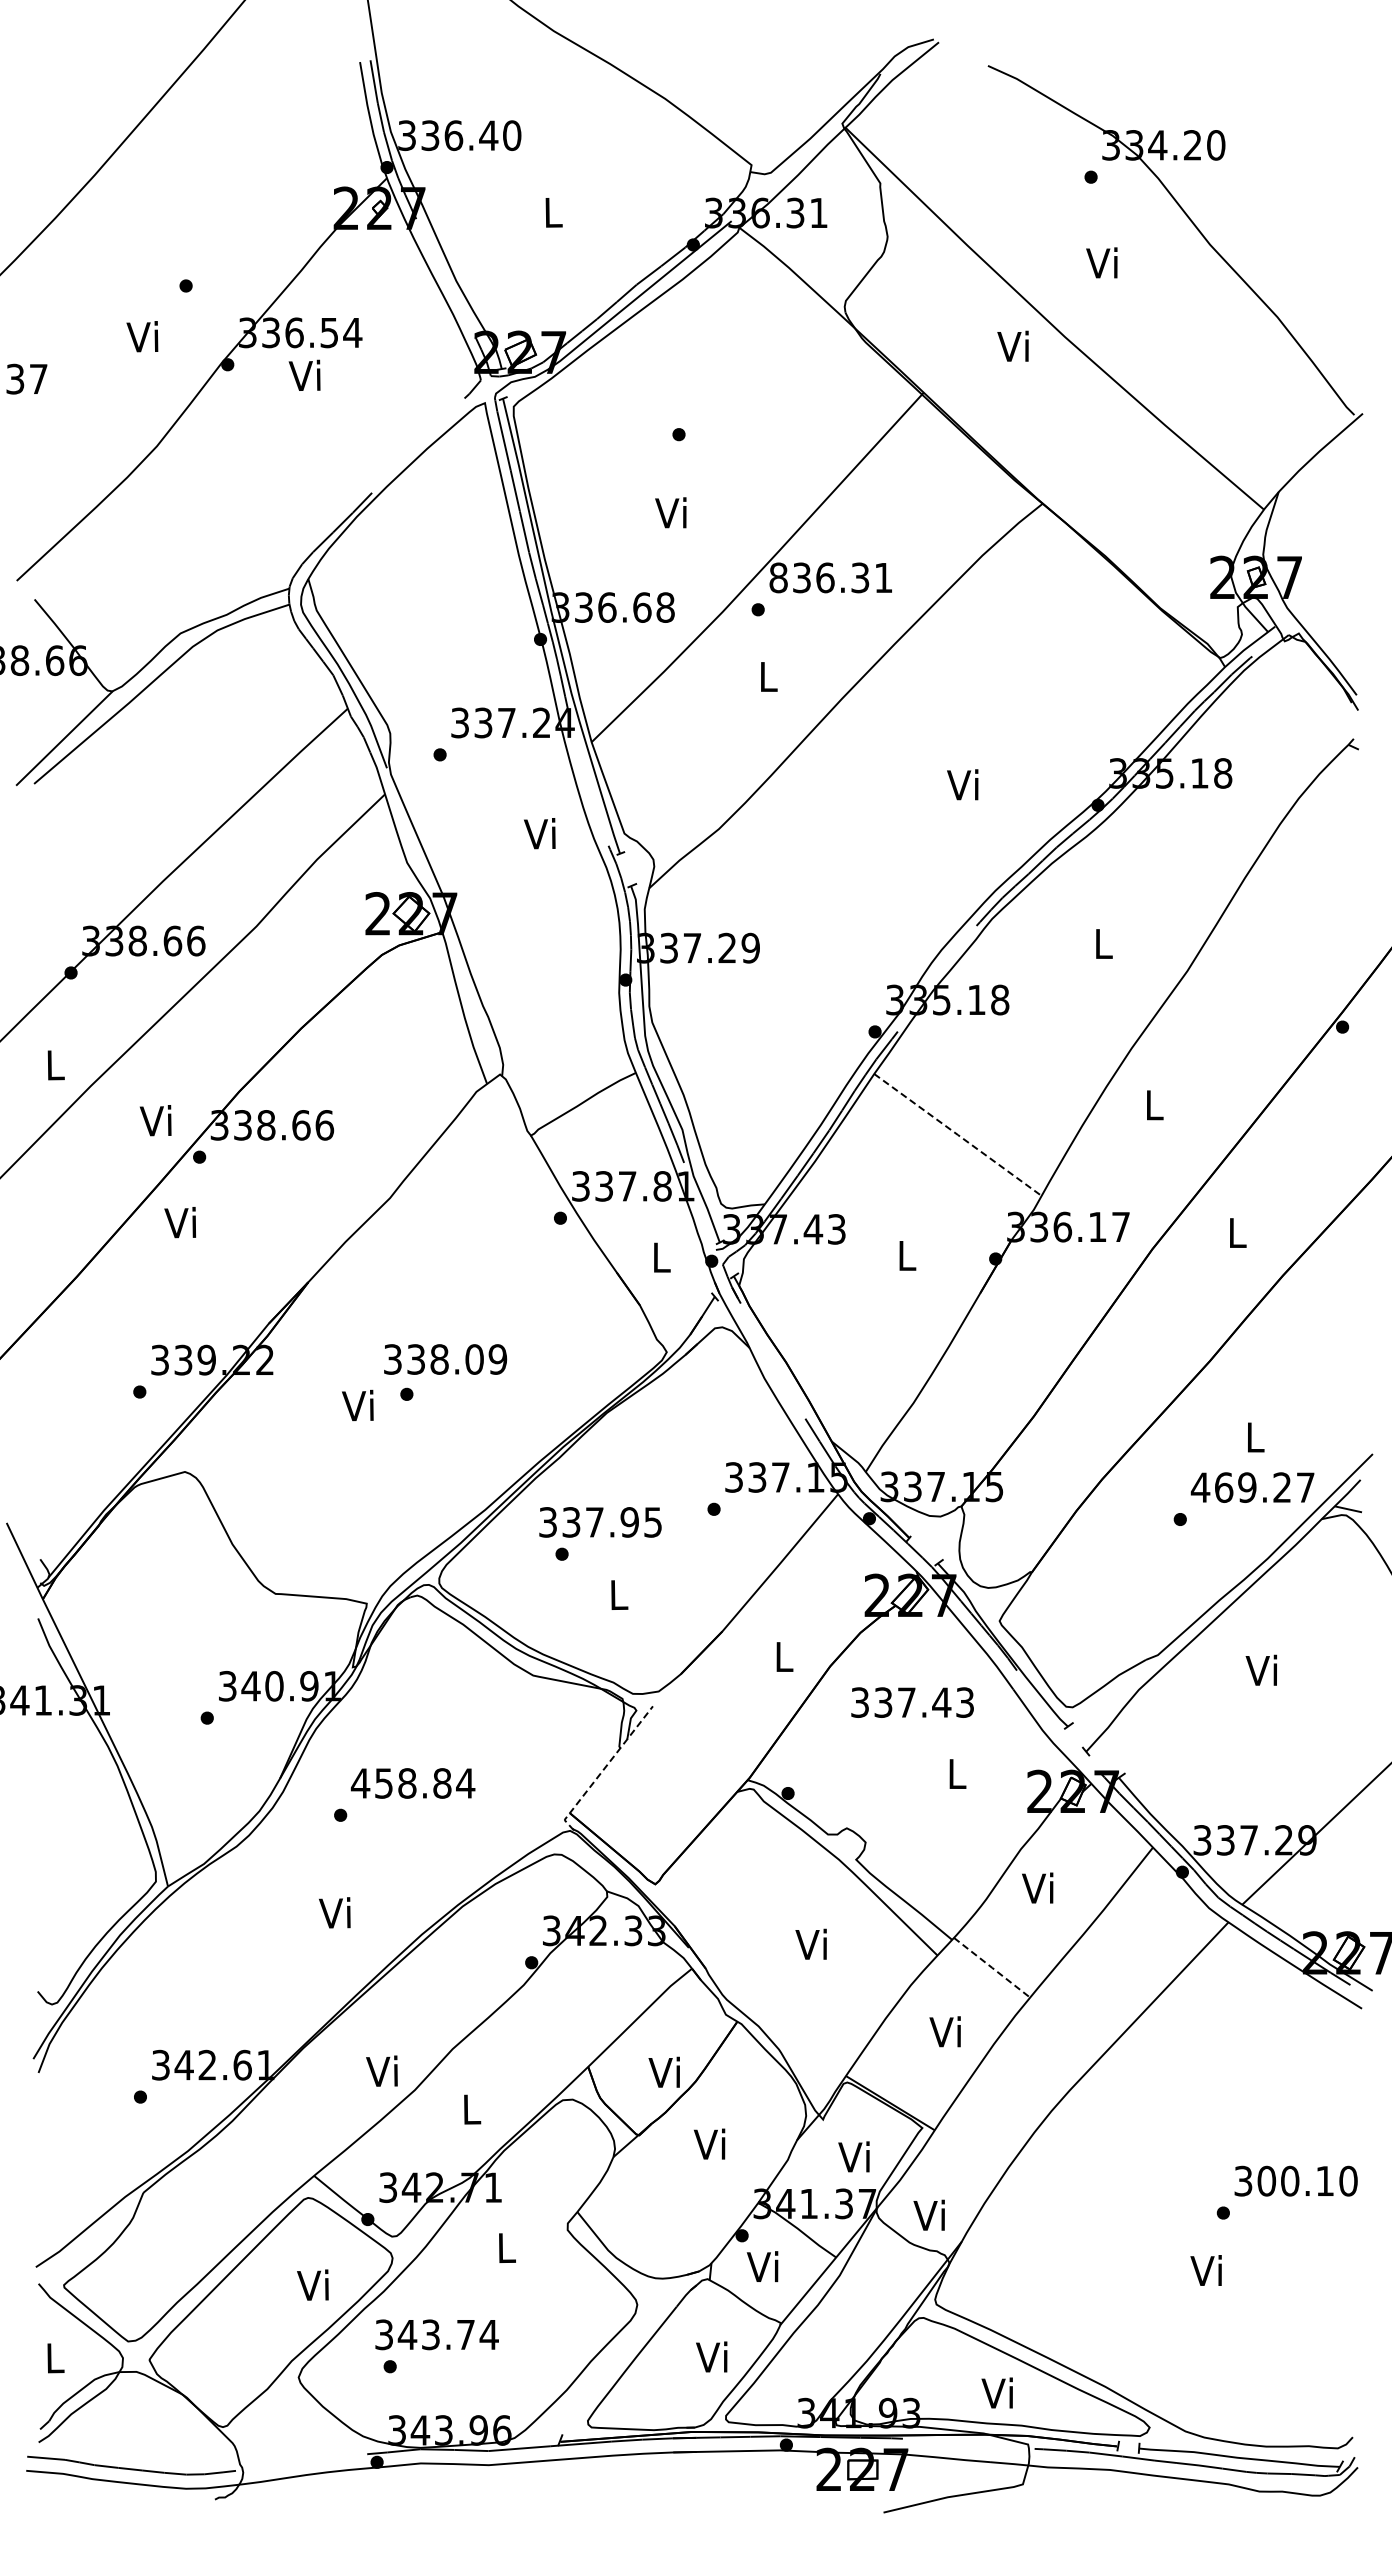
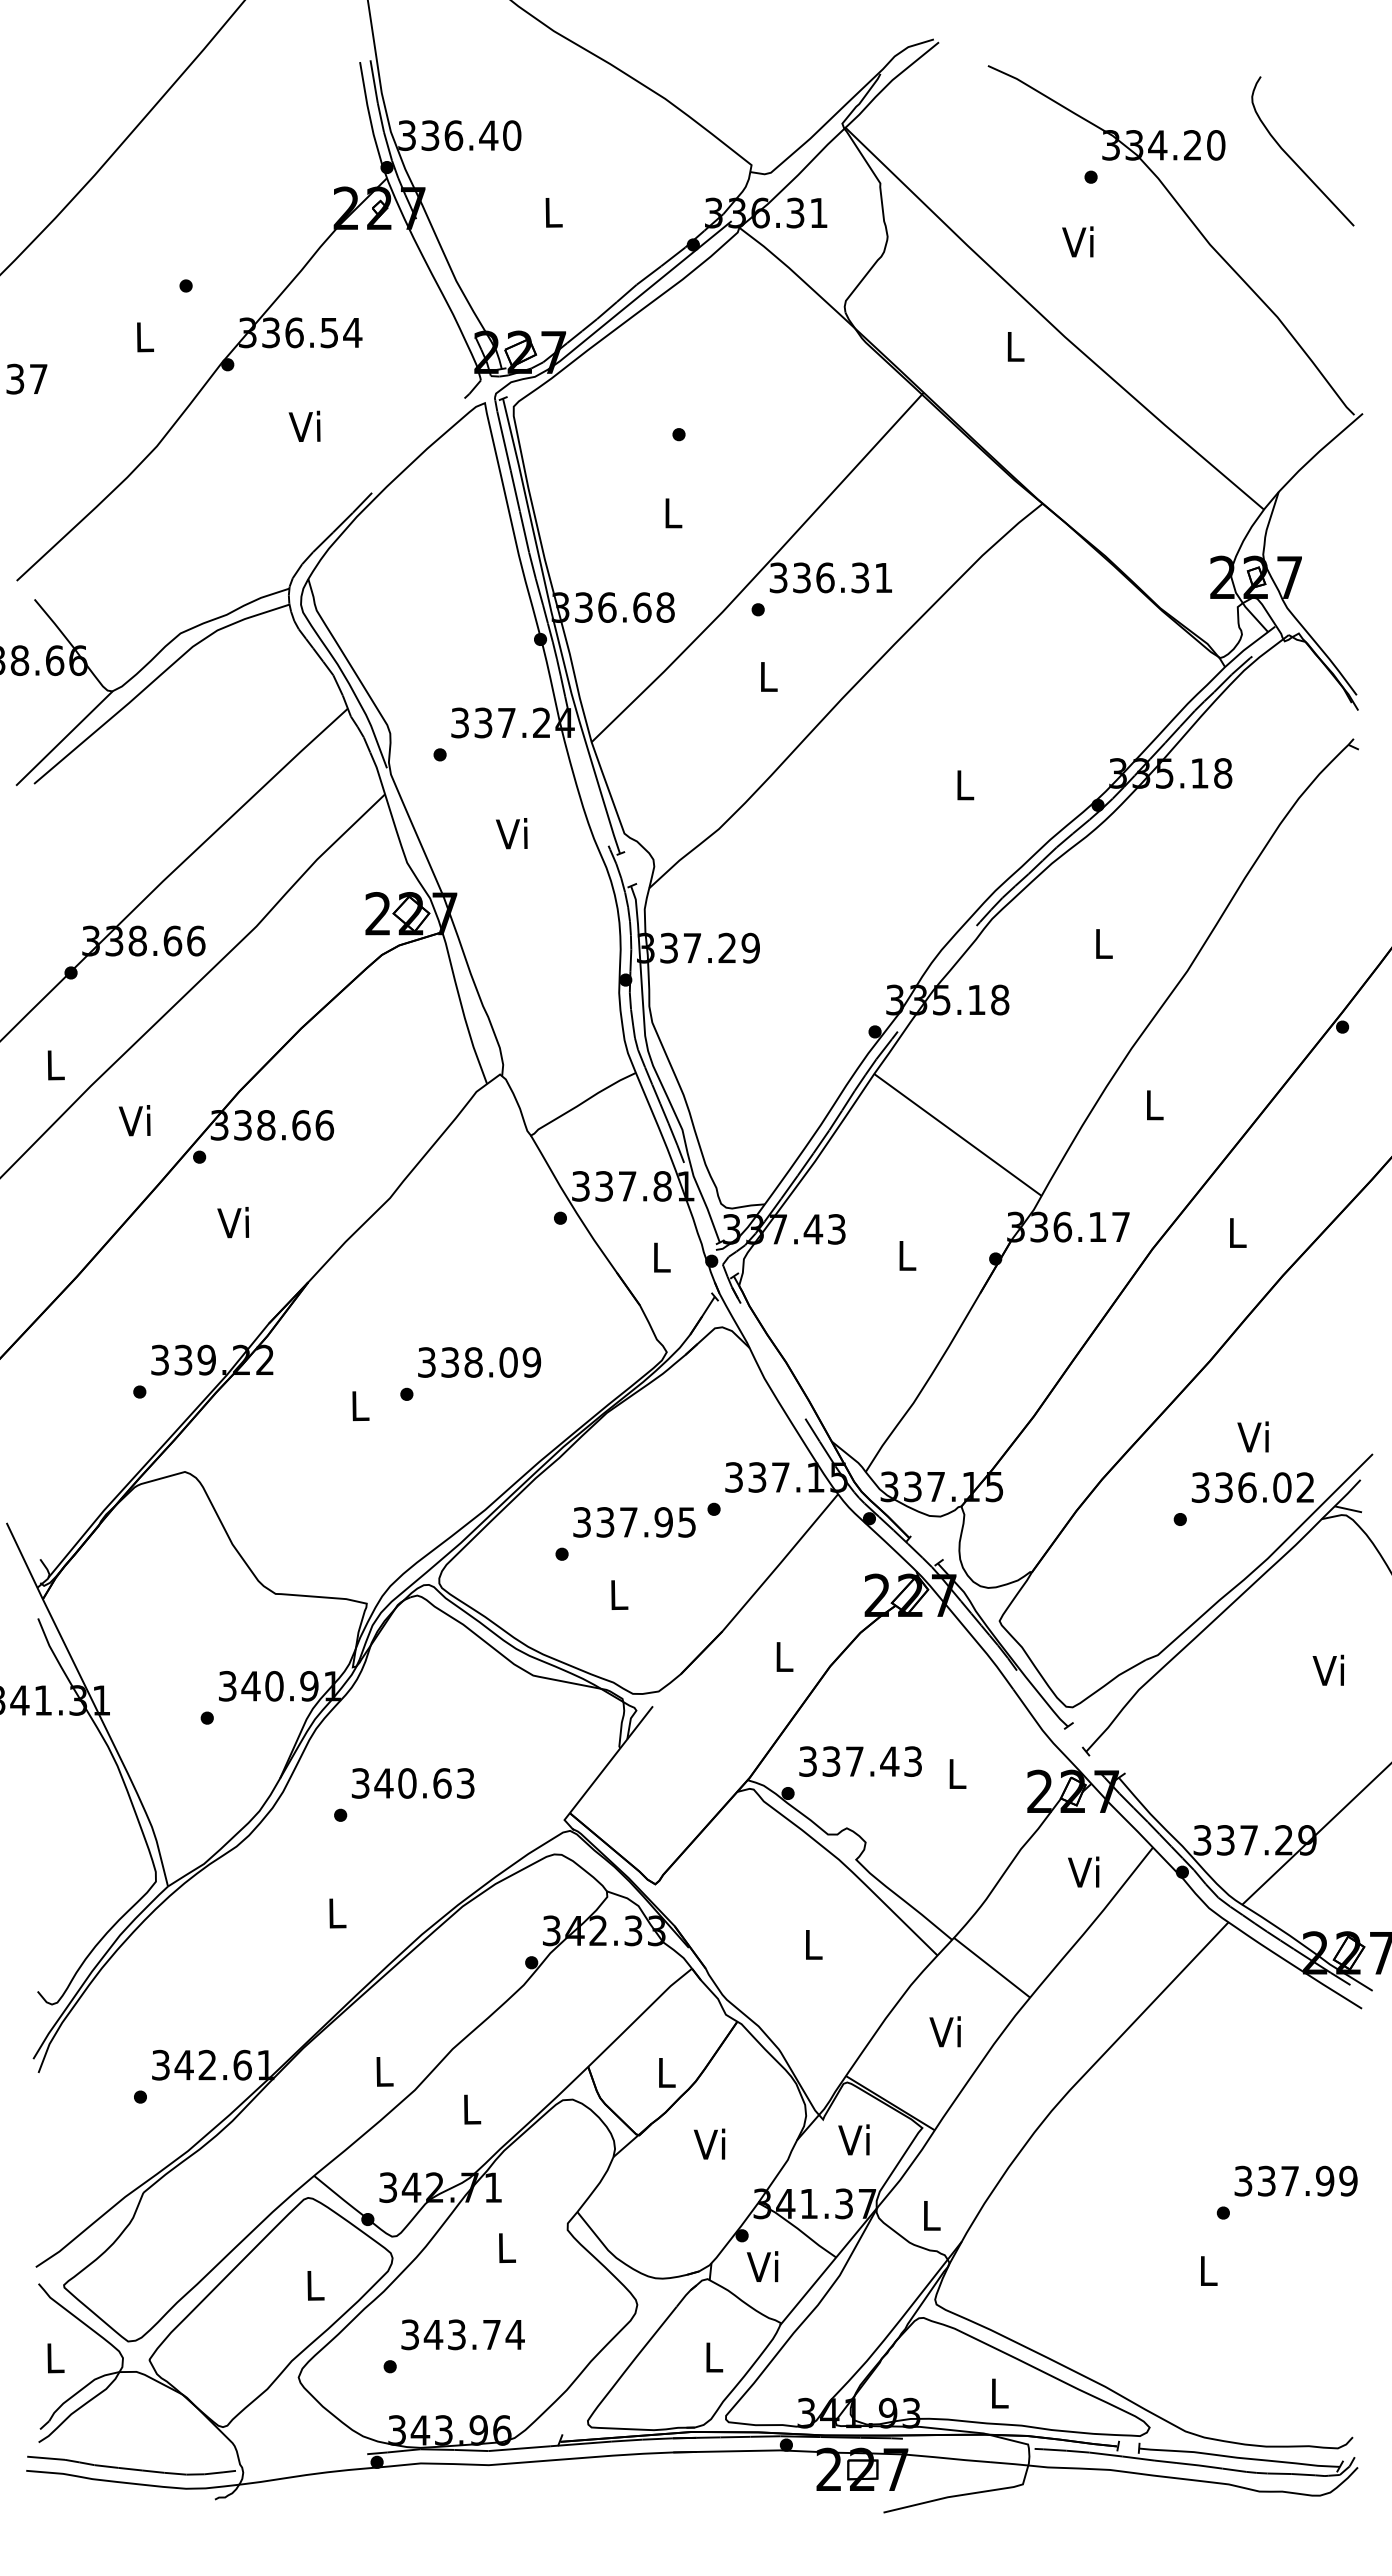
curve at (1293, 159): none -> present
text at (1101, 262) position: (1101, 262) -> (1077, 241)
text at (142, 336): Vi -> L
text at (1012, 345): Vi -> L
text at (304, 374) position: (304, 374) -> (304, 425)
text at (670, 512): Vi -> L
text at (778, 577): 836.31 -> 336.31
text at (962, 784): Vi -> L
text at (539, 833) position: (539, 833) -> (511, 833)
text at (155, 1120) position: (155, 1120) -> (134, 1120)
line at (957, 1134): dashed -> solid
text at (179, 1222) position: (179, 1222) -> (232, 1222)
text at (445, 1359) position: (445, 1359) -> (479, 1362)
text at (357, 1404): Vi -> L
text at (1252, 1436): L -> Vi
text at (1252, 1487): 469.27 -> 336.02
text at (600, 1522) position: (600, 1522) -> (634, 1522)
text at (1260, 1669) position: (1260, 1669) -> (1327, 1669)
text at (912, 1702) position: (912, 1702) -> (860, 1761)
line at (604, 1769): dashed -> solid
text at (412, 1783): 458.84 -> 340.63
text at (1037, 1887) position: (1037, 1887) -> (1083, 1871)
text at (334, 1912): Vi -> L
text at (810, 1943): Vi -> L
line at (992, 1967): dashed -> solid
text at (381, 2070): Vi -> L
text at (663, 2071): Vi -> L
text at (853, 2156) position: (853, 2156) -> (853, 2139)
text at (1307, 2180): 300.10 -> 337.99
text at (928, 2214): Vi -> L
text at (1205, 2270): Vi -> L
text at (312, 2284): Vi -> L
text at (436, 2334) position: (436, 2334) -> (462, 2334)
text at (711, 2356): Vi -> L
text at (996, 2392): Vi -> L
